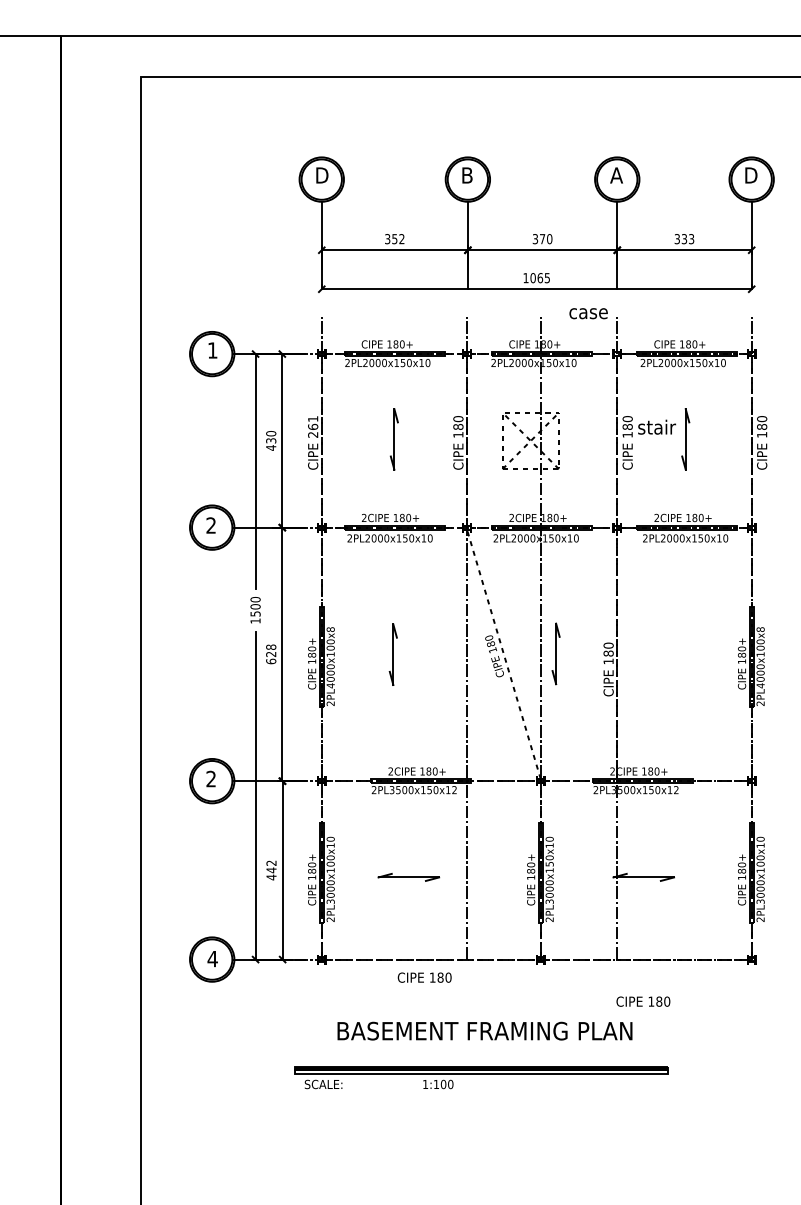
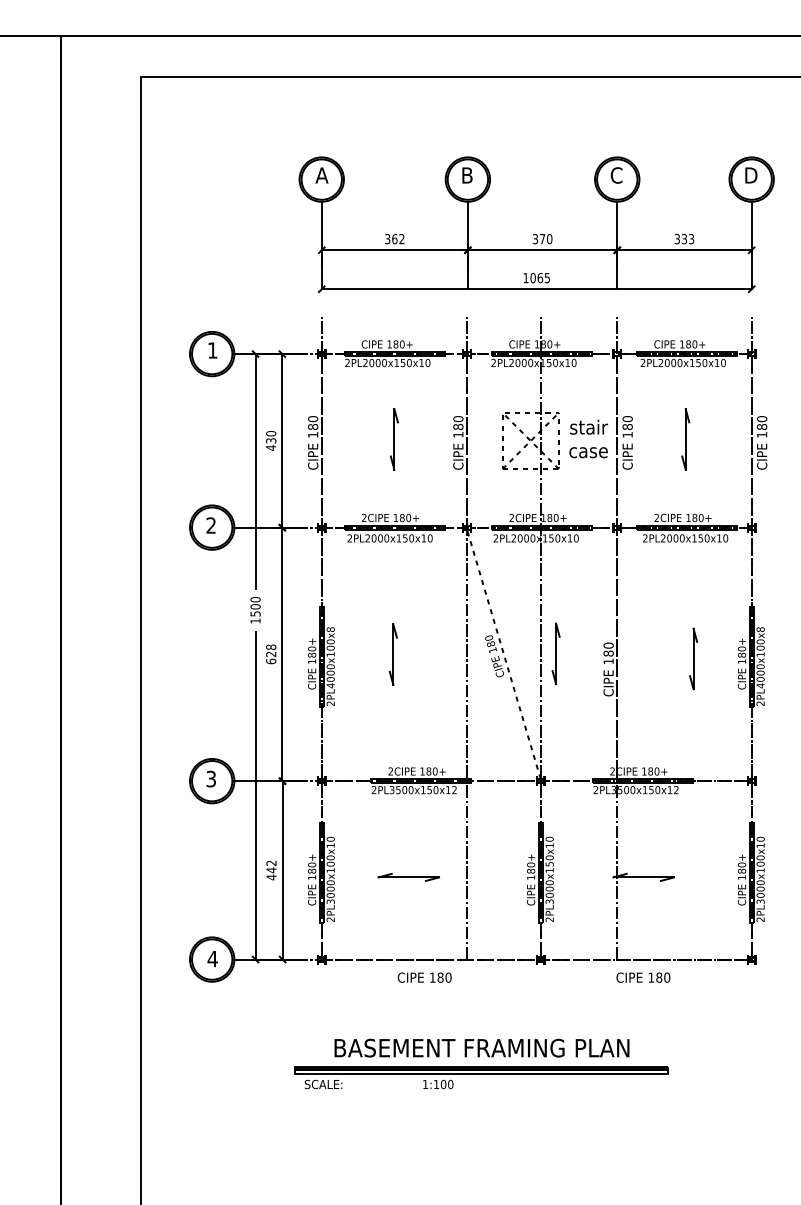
text at (321, 175): D -> A
text at (616, 175): A -> C
text at (394, 239): 352 -> 362
text at (588, 313) position: (588, 313) -> (588, 452)
text at (313, 426): 261 -> 180
text at (656, 426) position: (656, 426) -> (588, 426)
part at (693, 658): none -> present
text at (210, 779): 2 -> 3
text at (643, 1001) position: (643, 1001) -> (643, 977)
text at (484, 1030) position: (484, 1030) -> (481, 1047)
